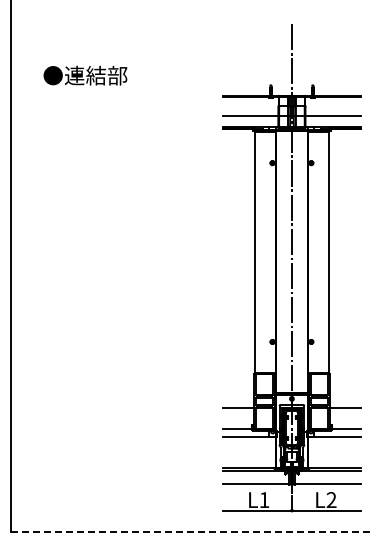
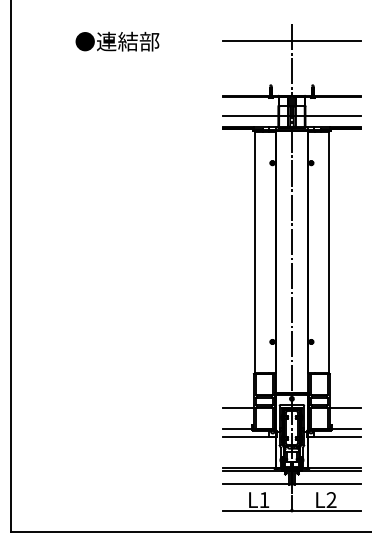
line at (291, 40): none -> present
text at (85, 75) position: (85, 75) -> (117, 41)
line at (191, 531): dashed -> solid
